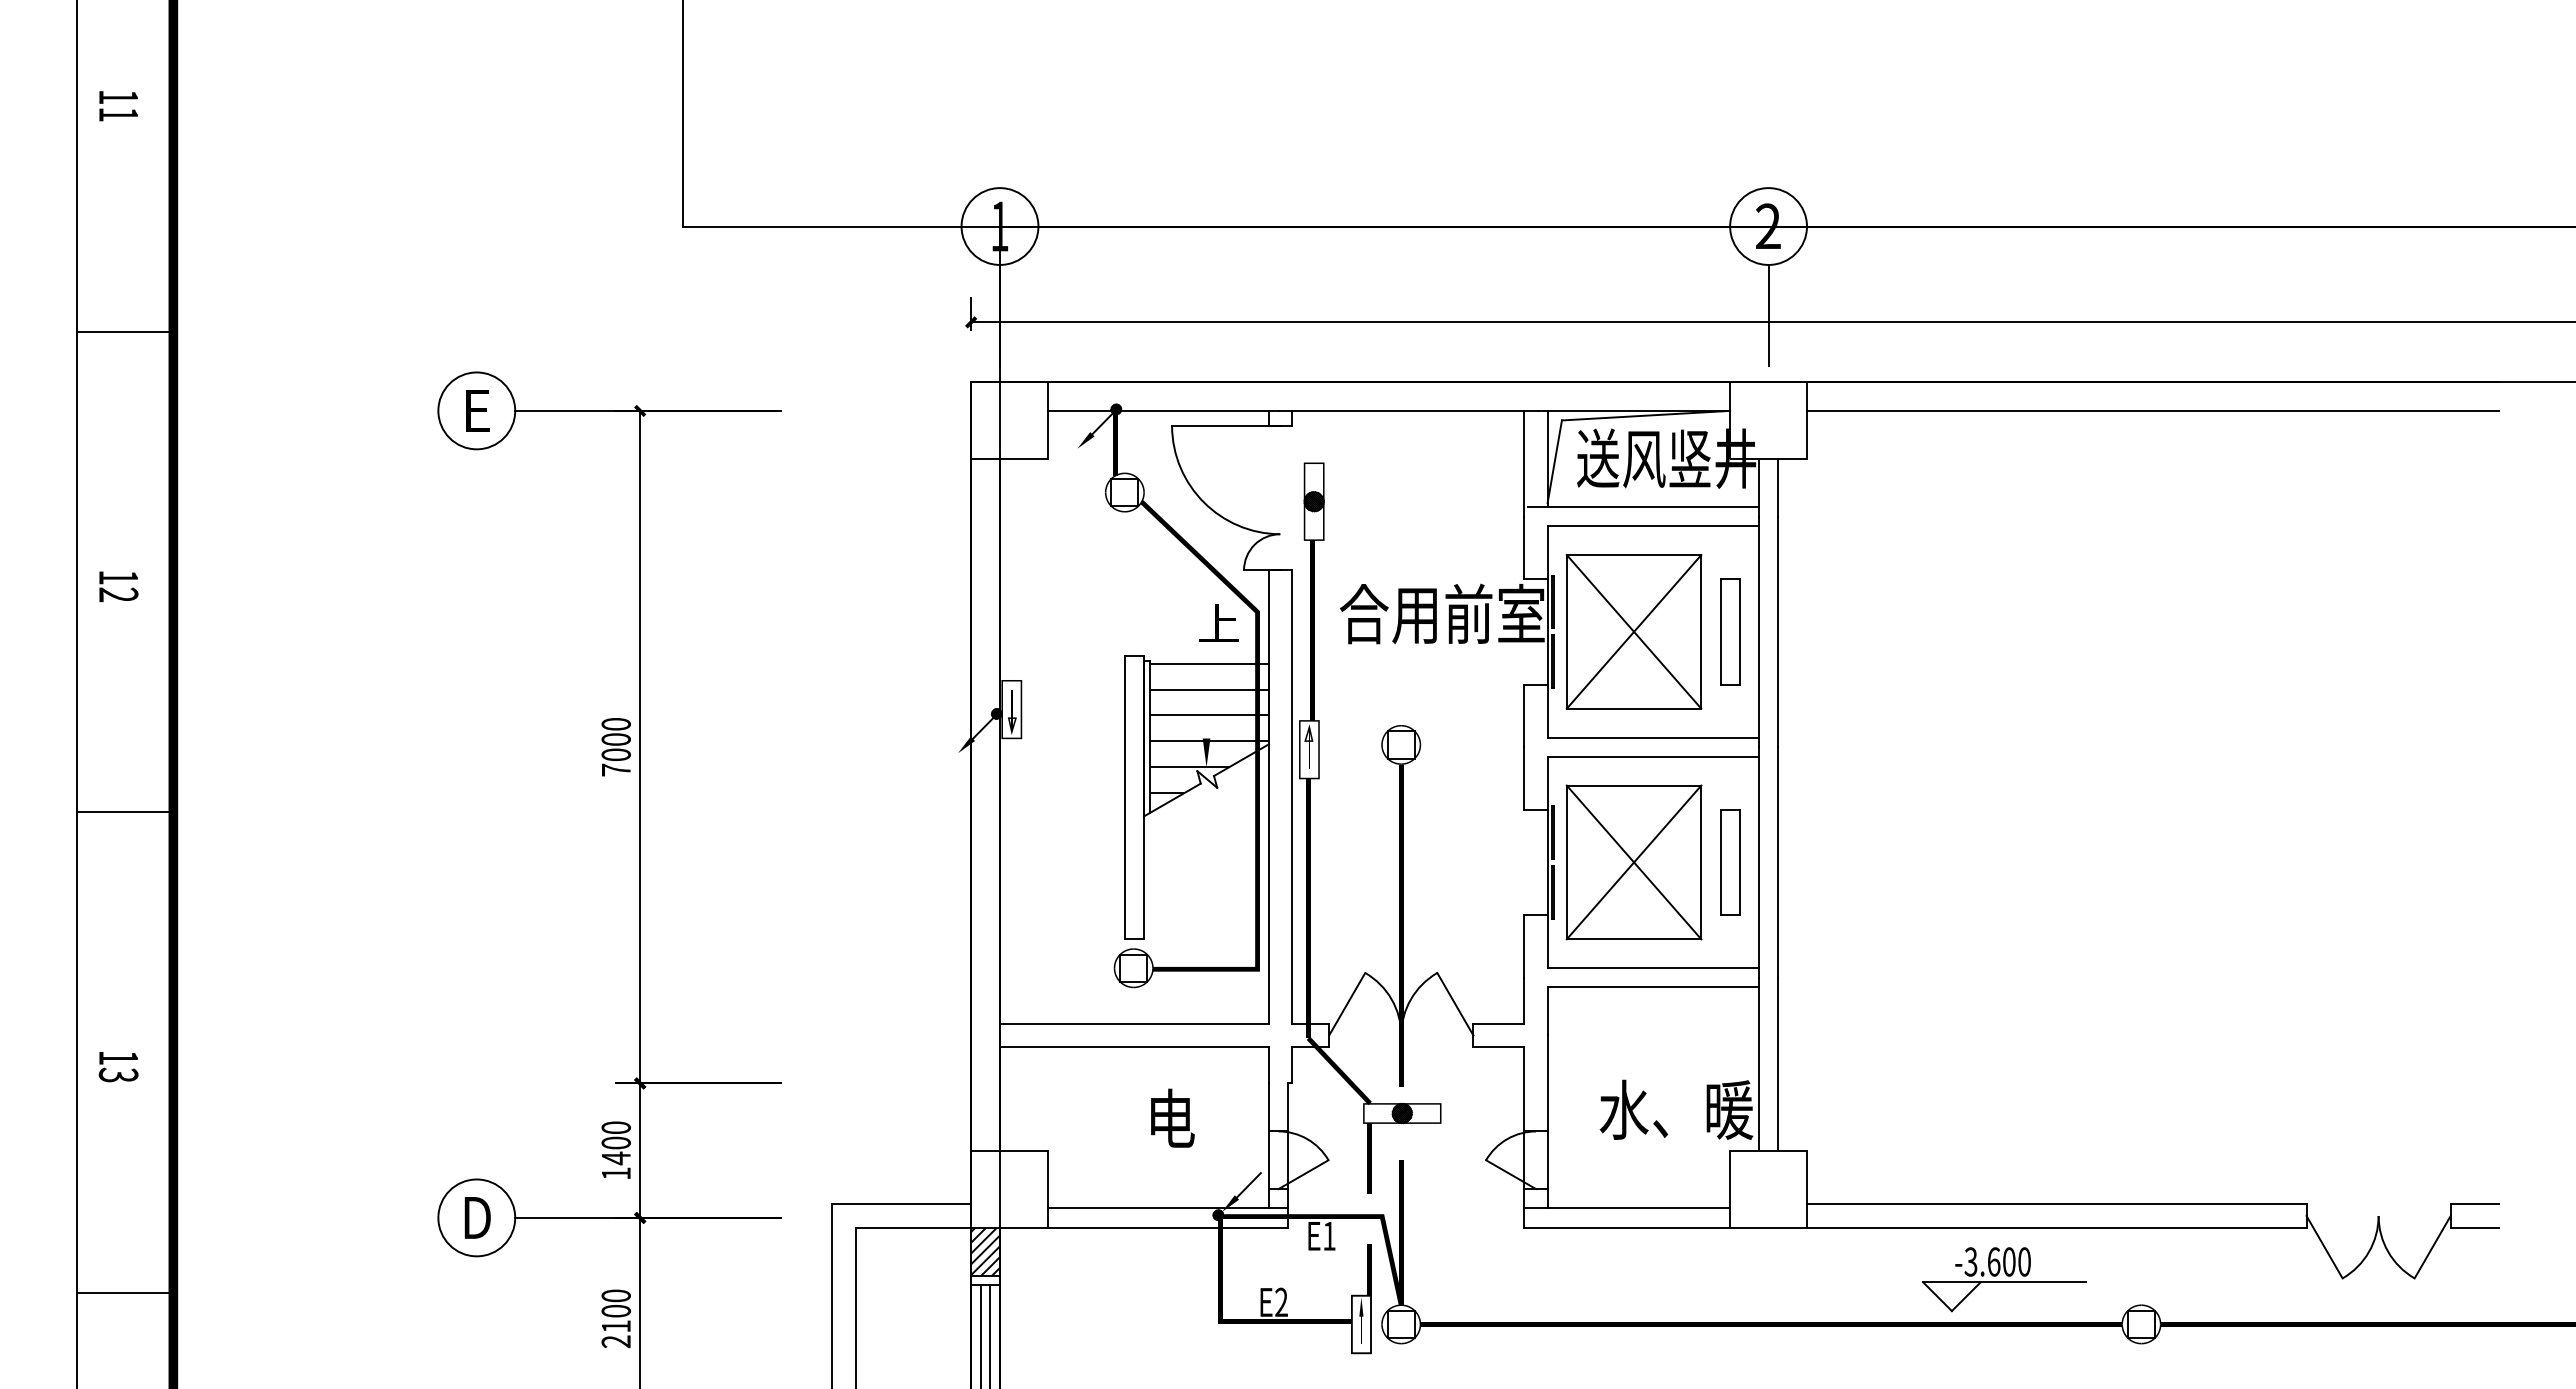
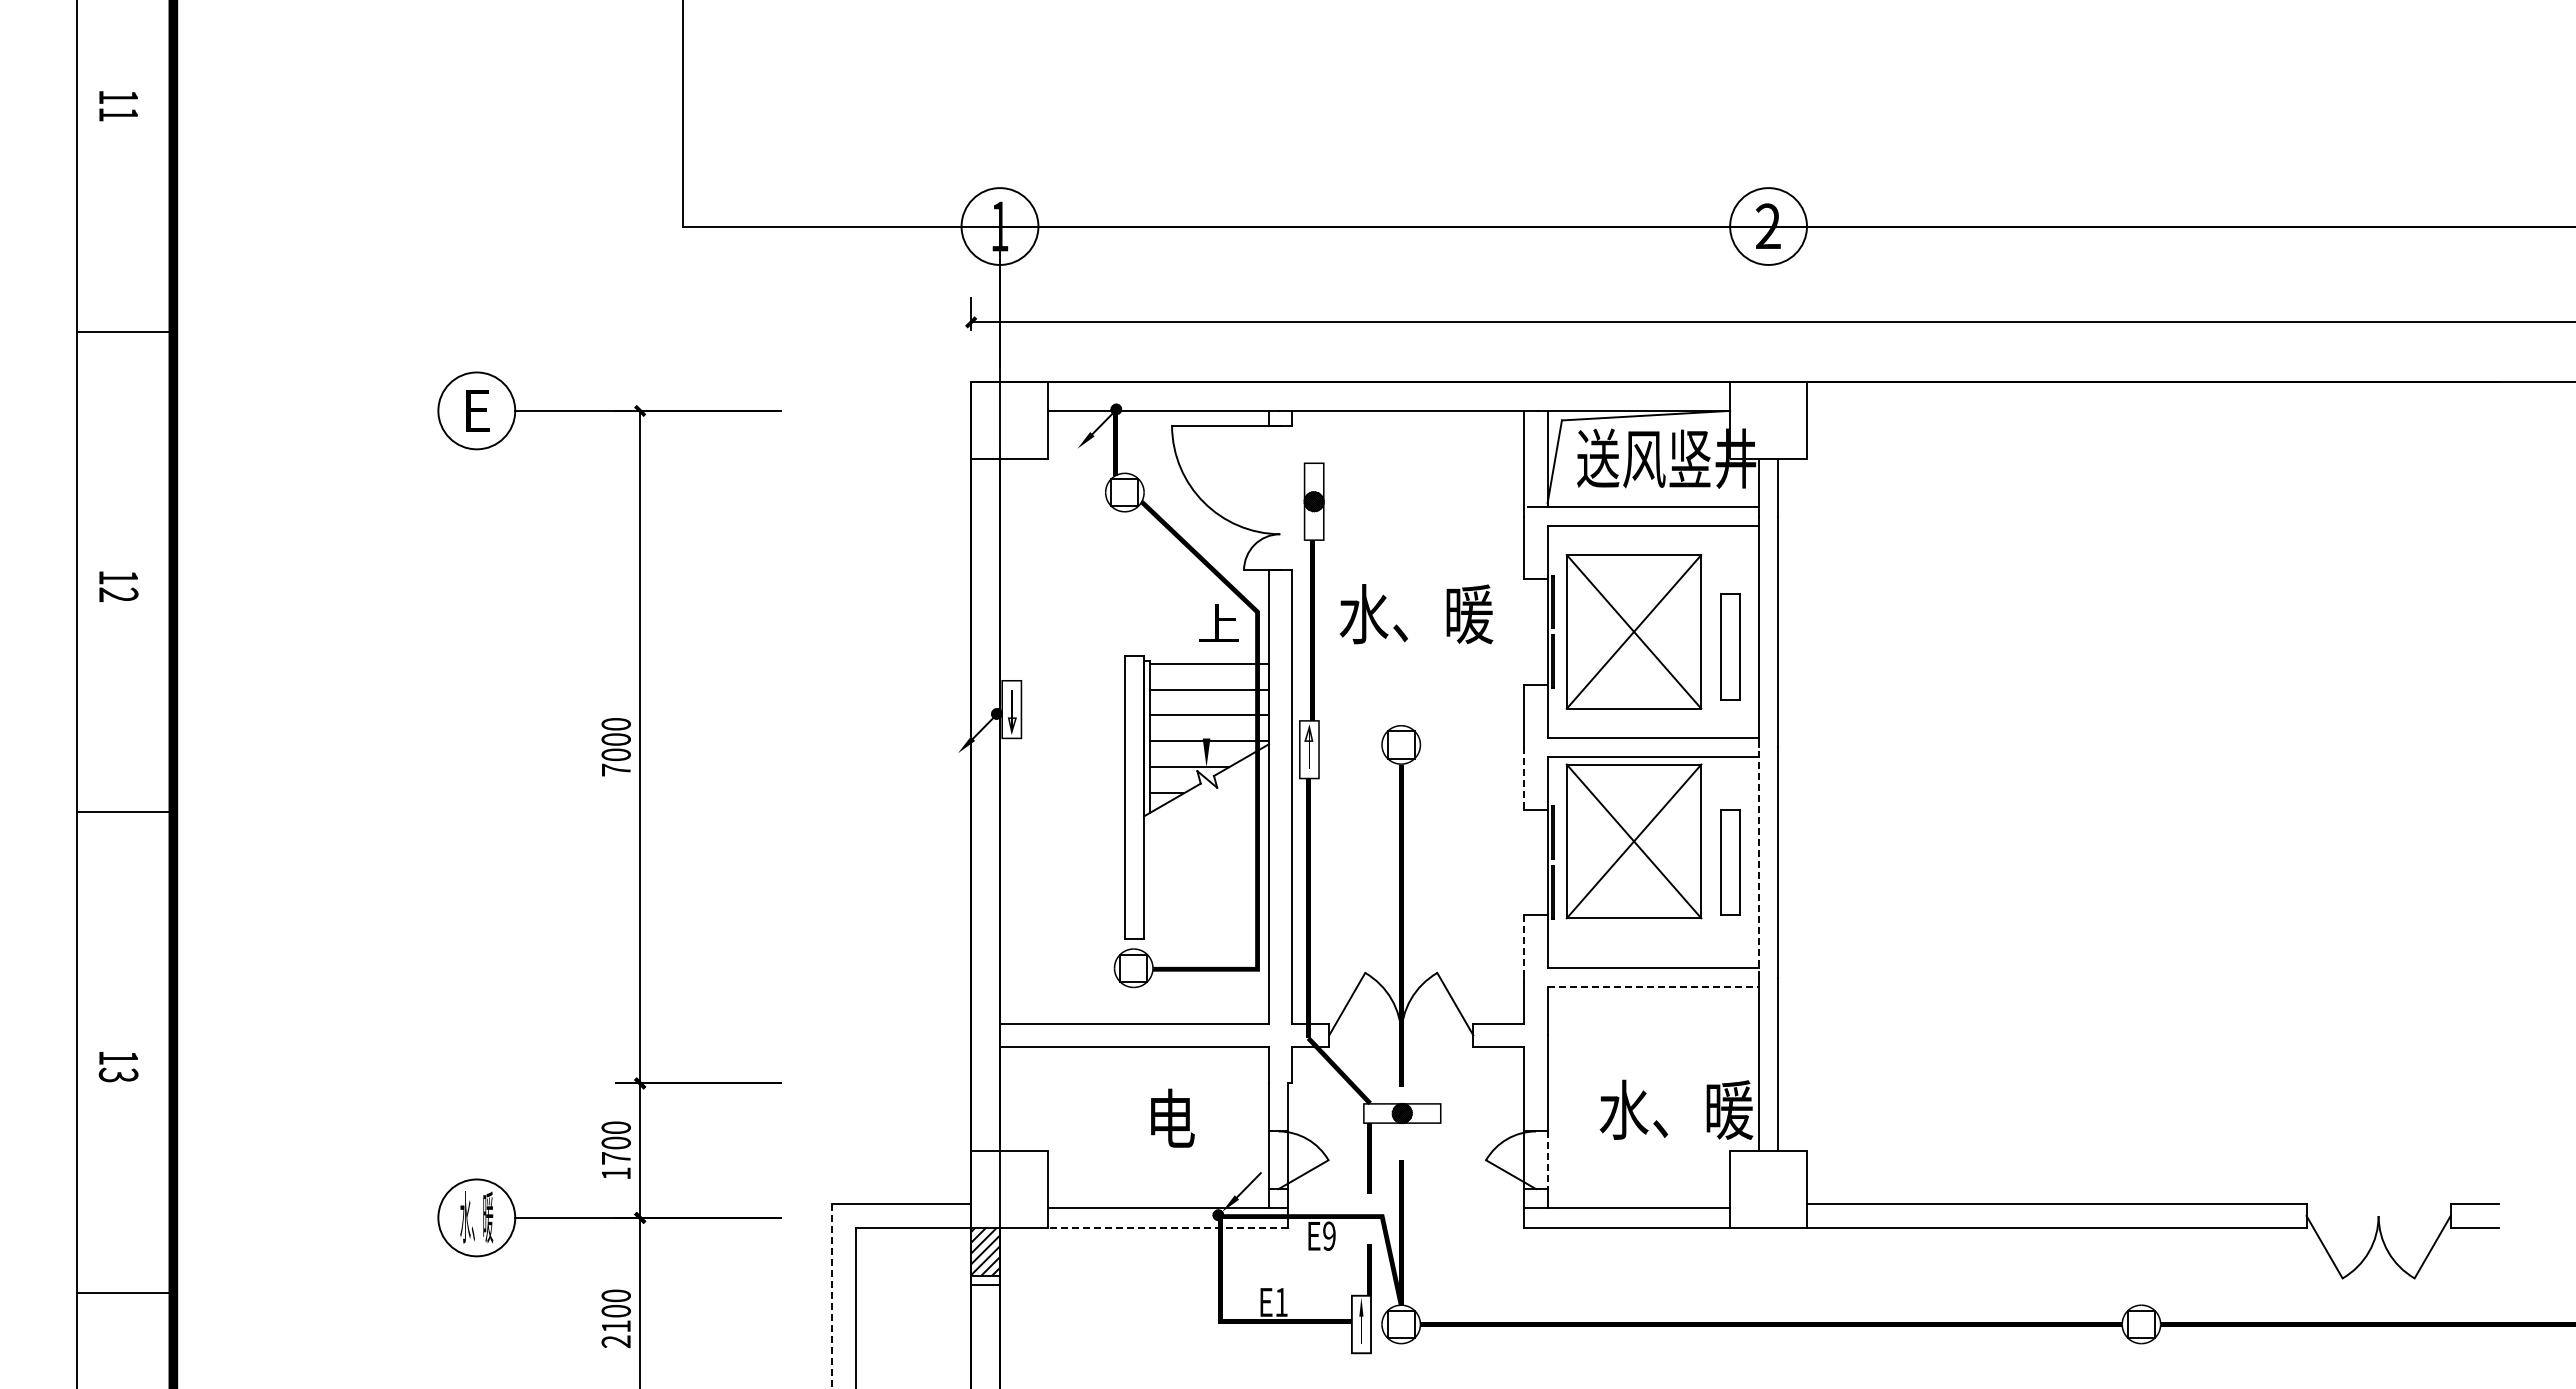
line at (1768, 314): present -> none
line at (2152, 410): present -> none
text at (1441, 613): 合用前室 -> 水、暖
part at (1730, 631) position: (1730, 631) -> (1730, 646)
line at (1524, 778): solid -> dashed
line at (1758, 861): solid -> dashed
part at (1633, 862) position: (1633, 862) -> (1633, 841)
line at (1524, 947): solid -> dashed
line at (1653, 987): solid -> dashed
text at (616, 1158): 1400 -> 1700
line at (1547, 1160): solid -> dashed
text at (476, 1217): D -> 水、暖
line at (1167, 1227): solid -> dashed
text at (1329, 1235): E1 -> E9
part at (2004, 1279): present -> none
line at (831, 1296): solid -> dashed
text at (1281, 1301): E2 -> E1
line at (980, 1335): present -> none
line at (990, 1335): present -> none
